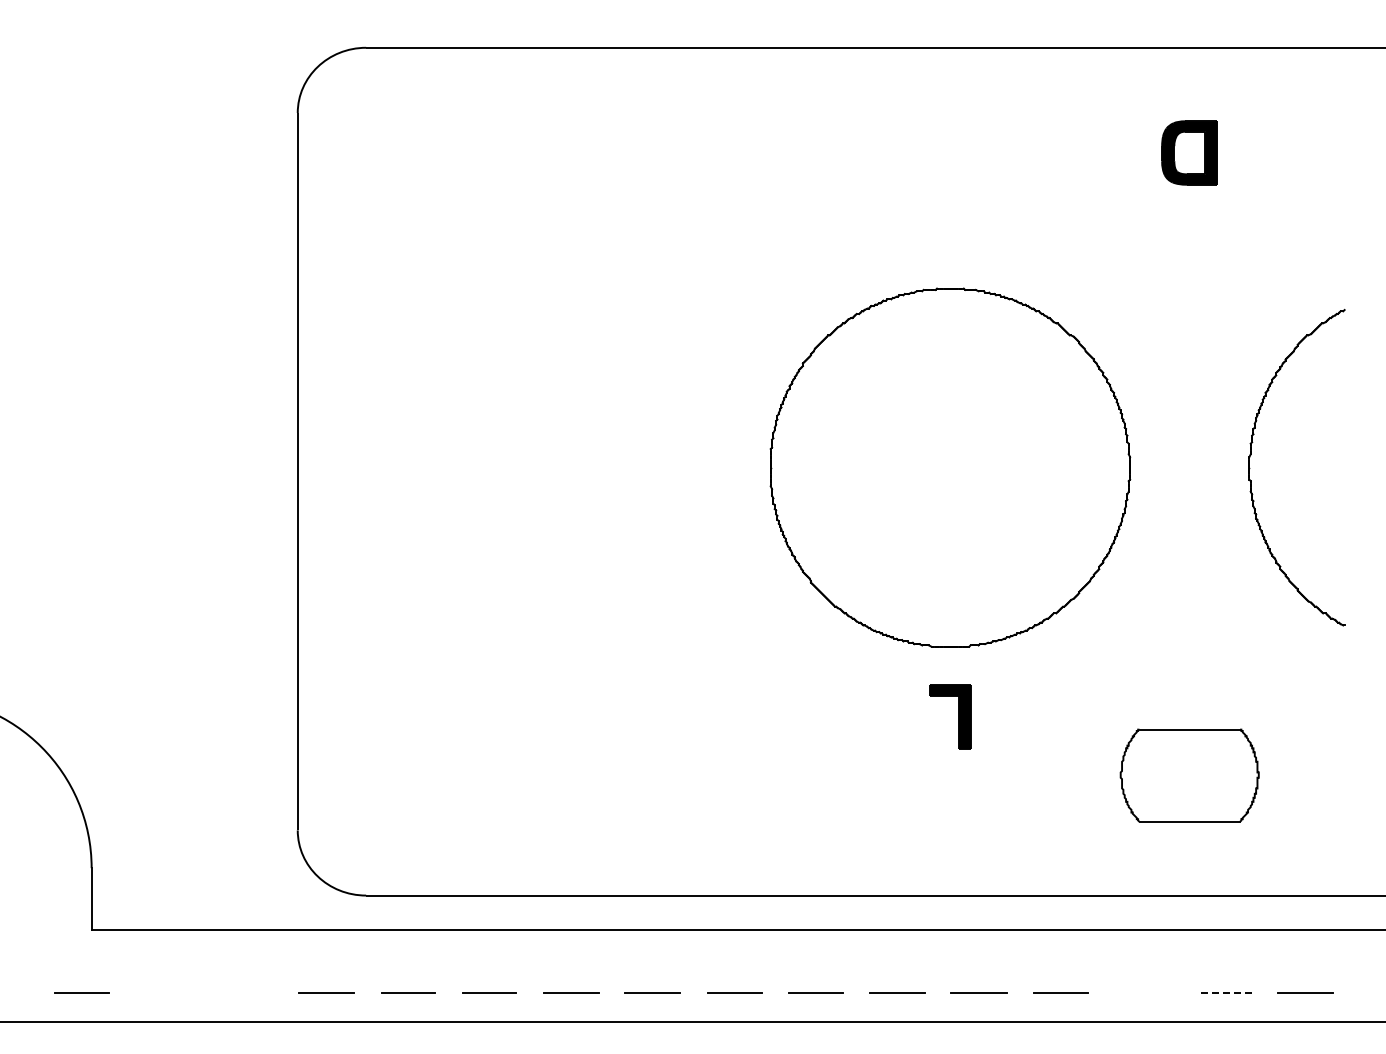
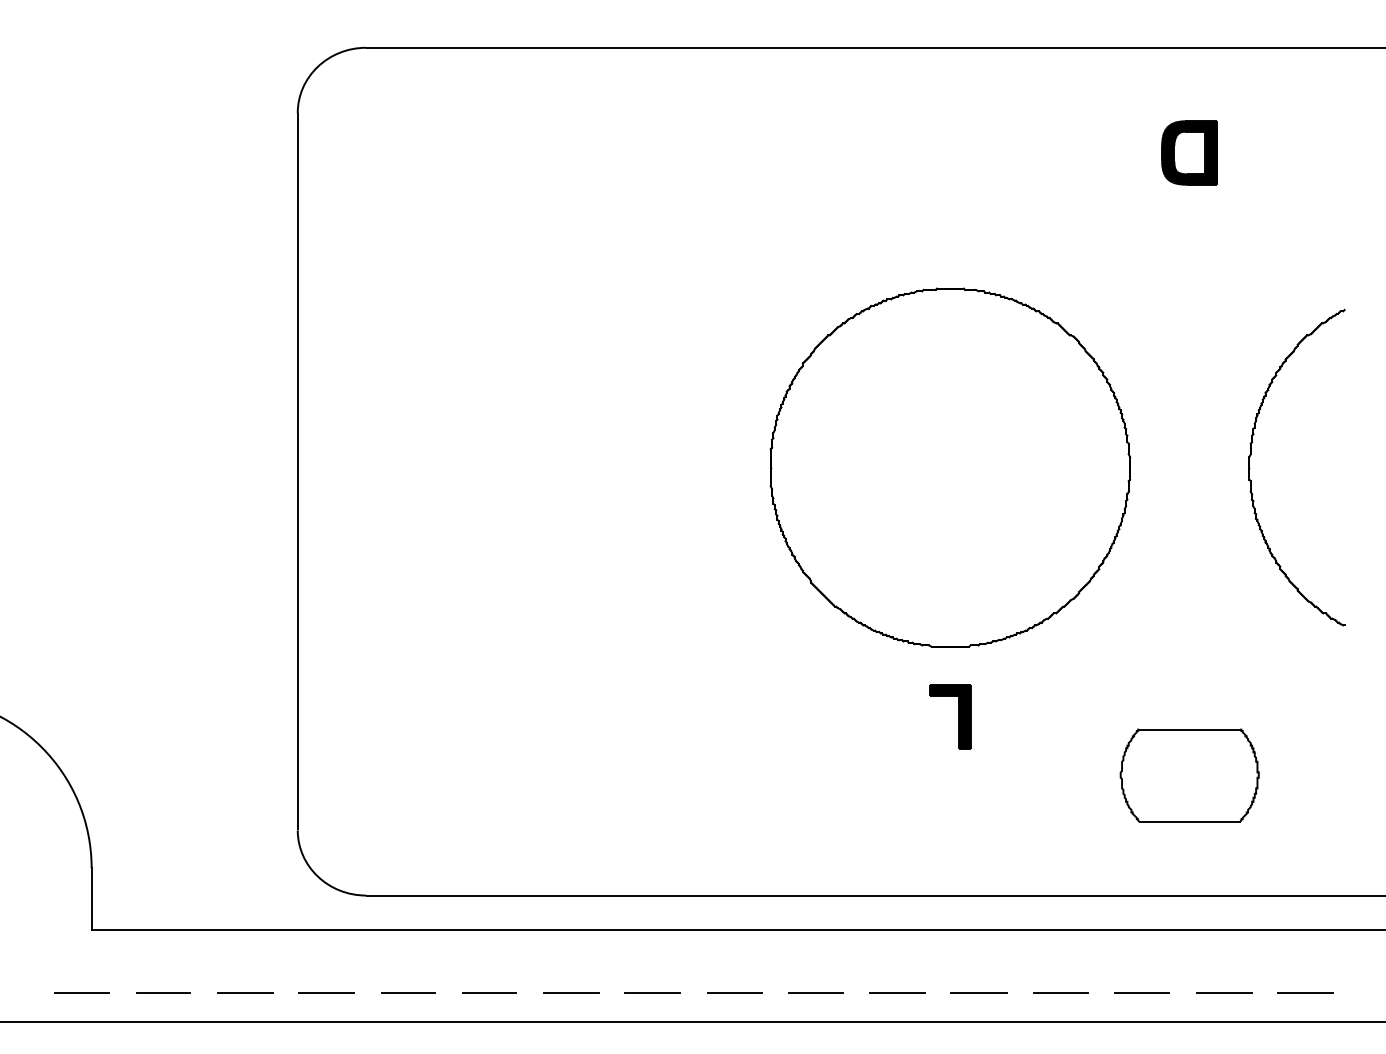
line at (163, 992): none -> present
line at (244, 992): none -> present
line at (1141, 992): none -> present
line at (1224, 992): dashed -> solid
